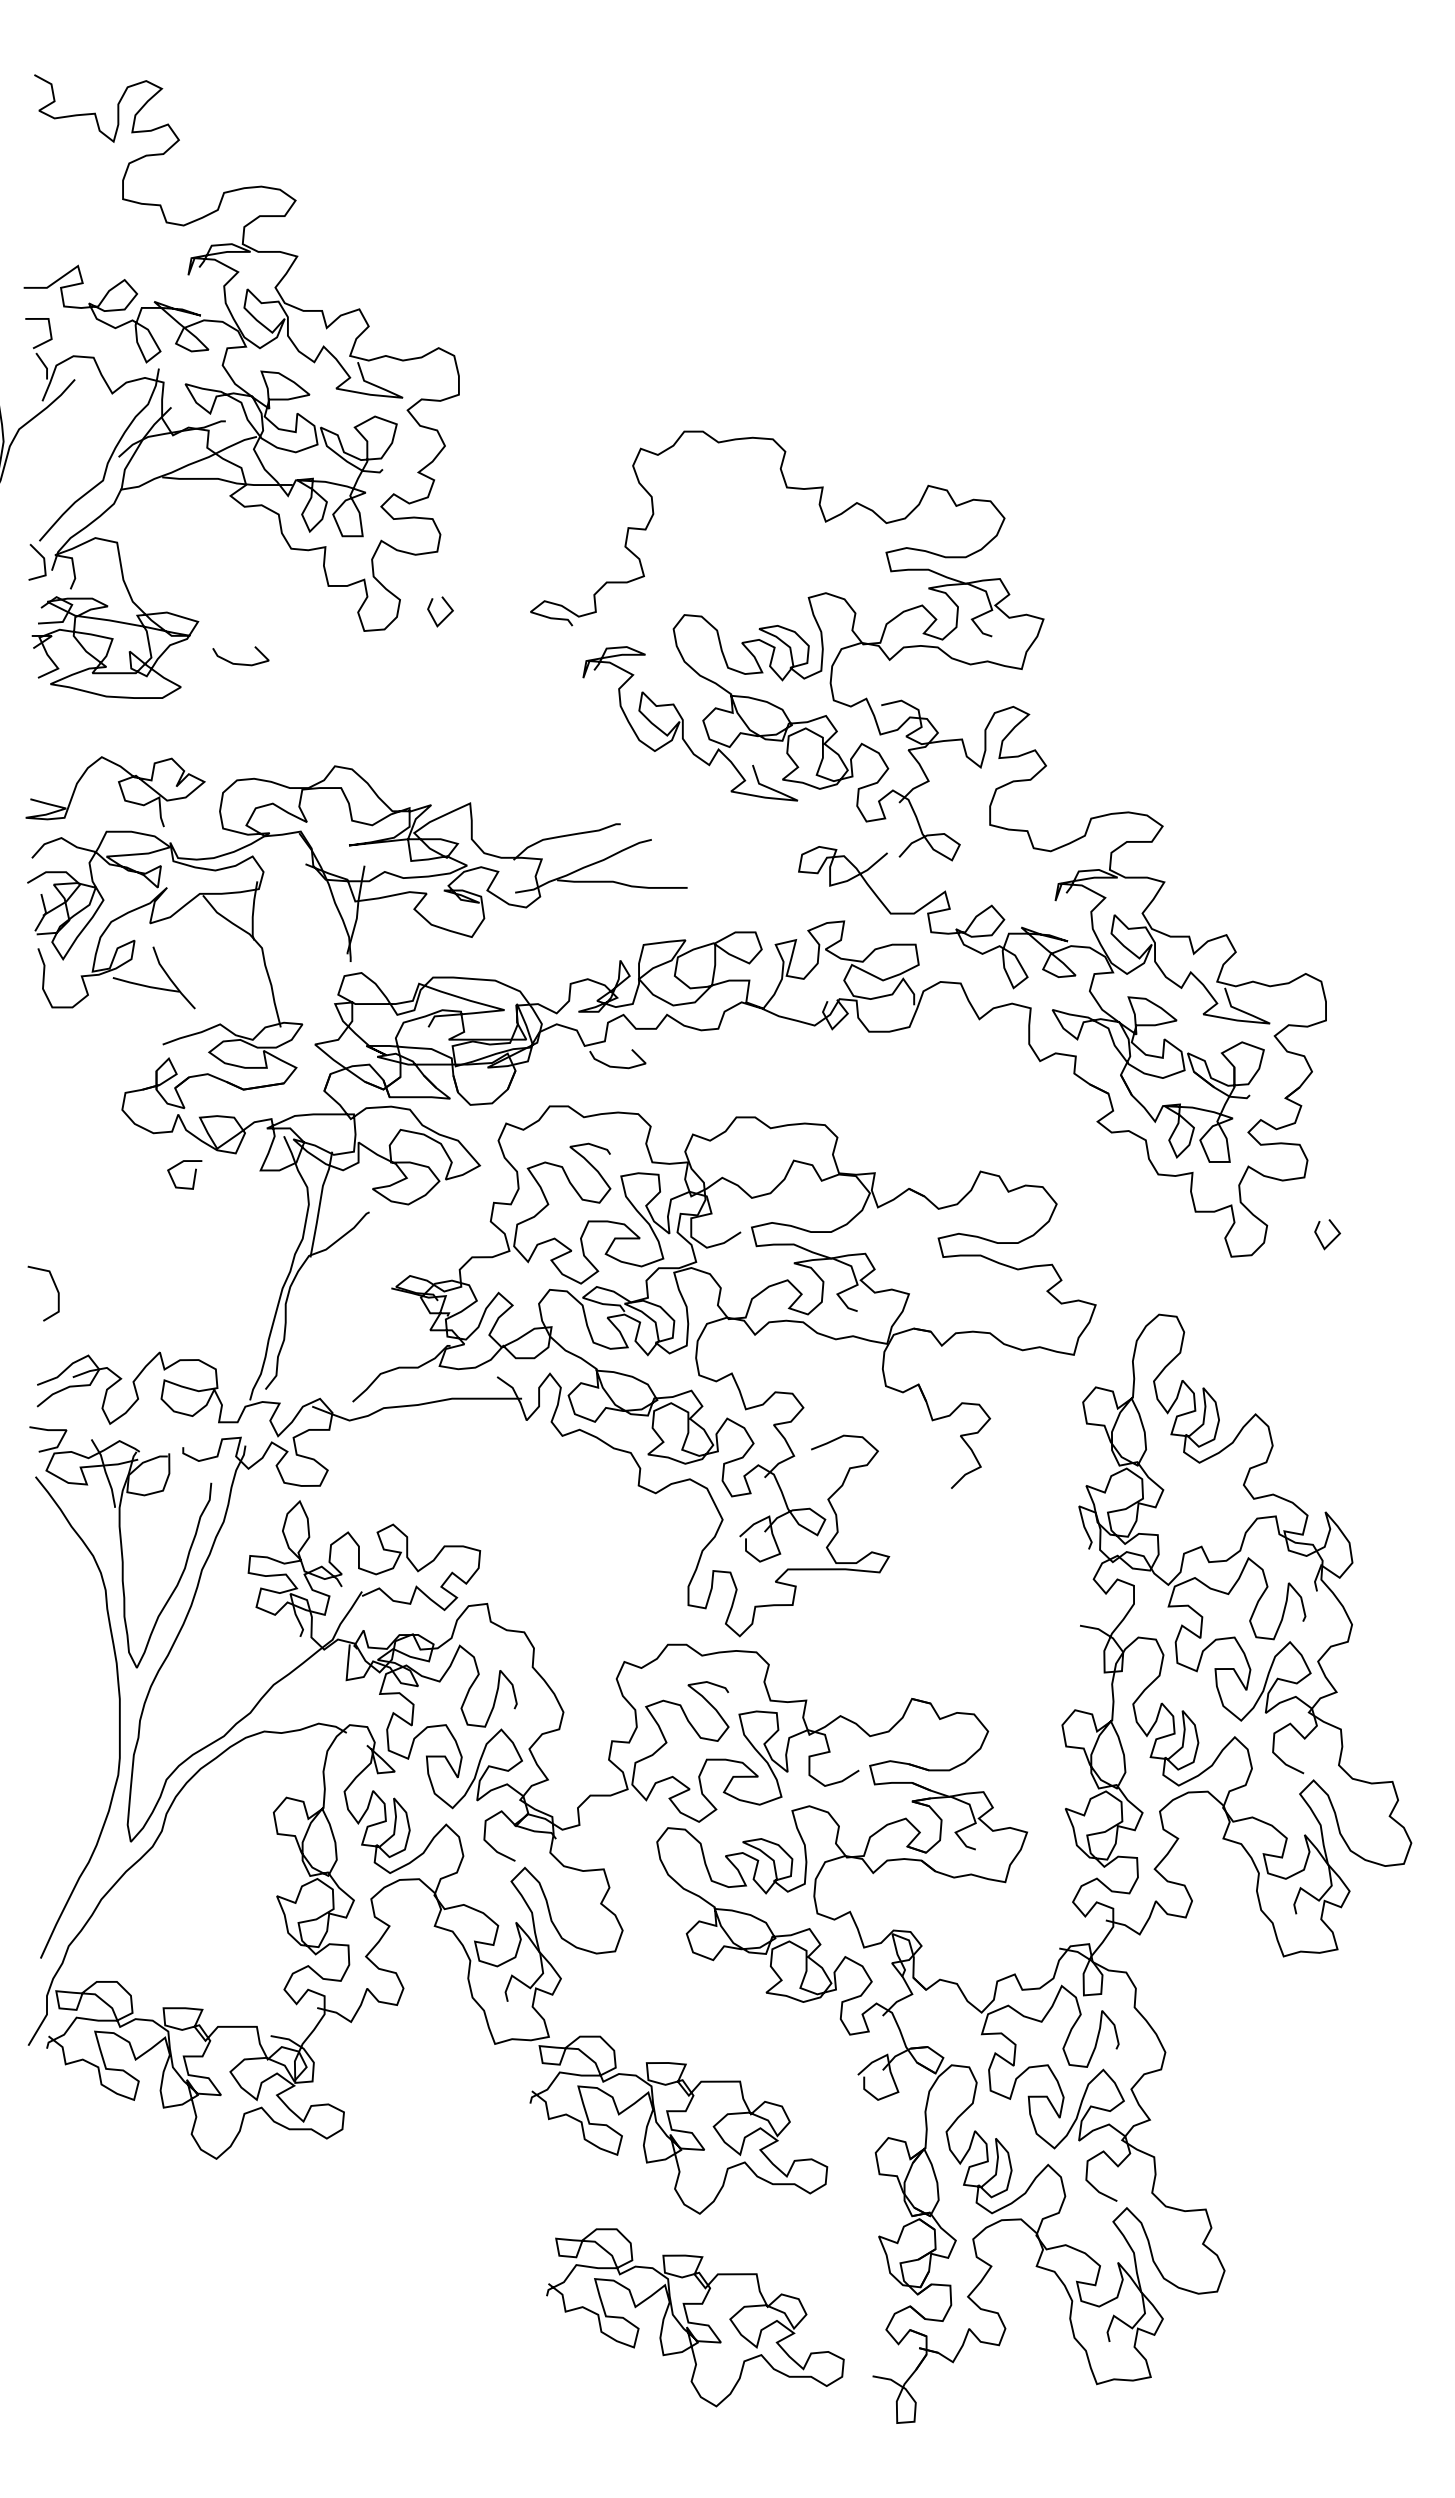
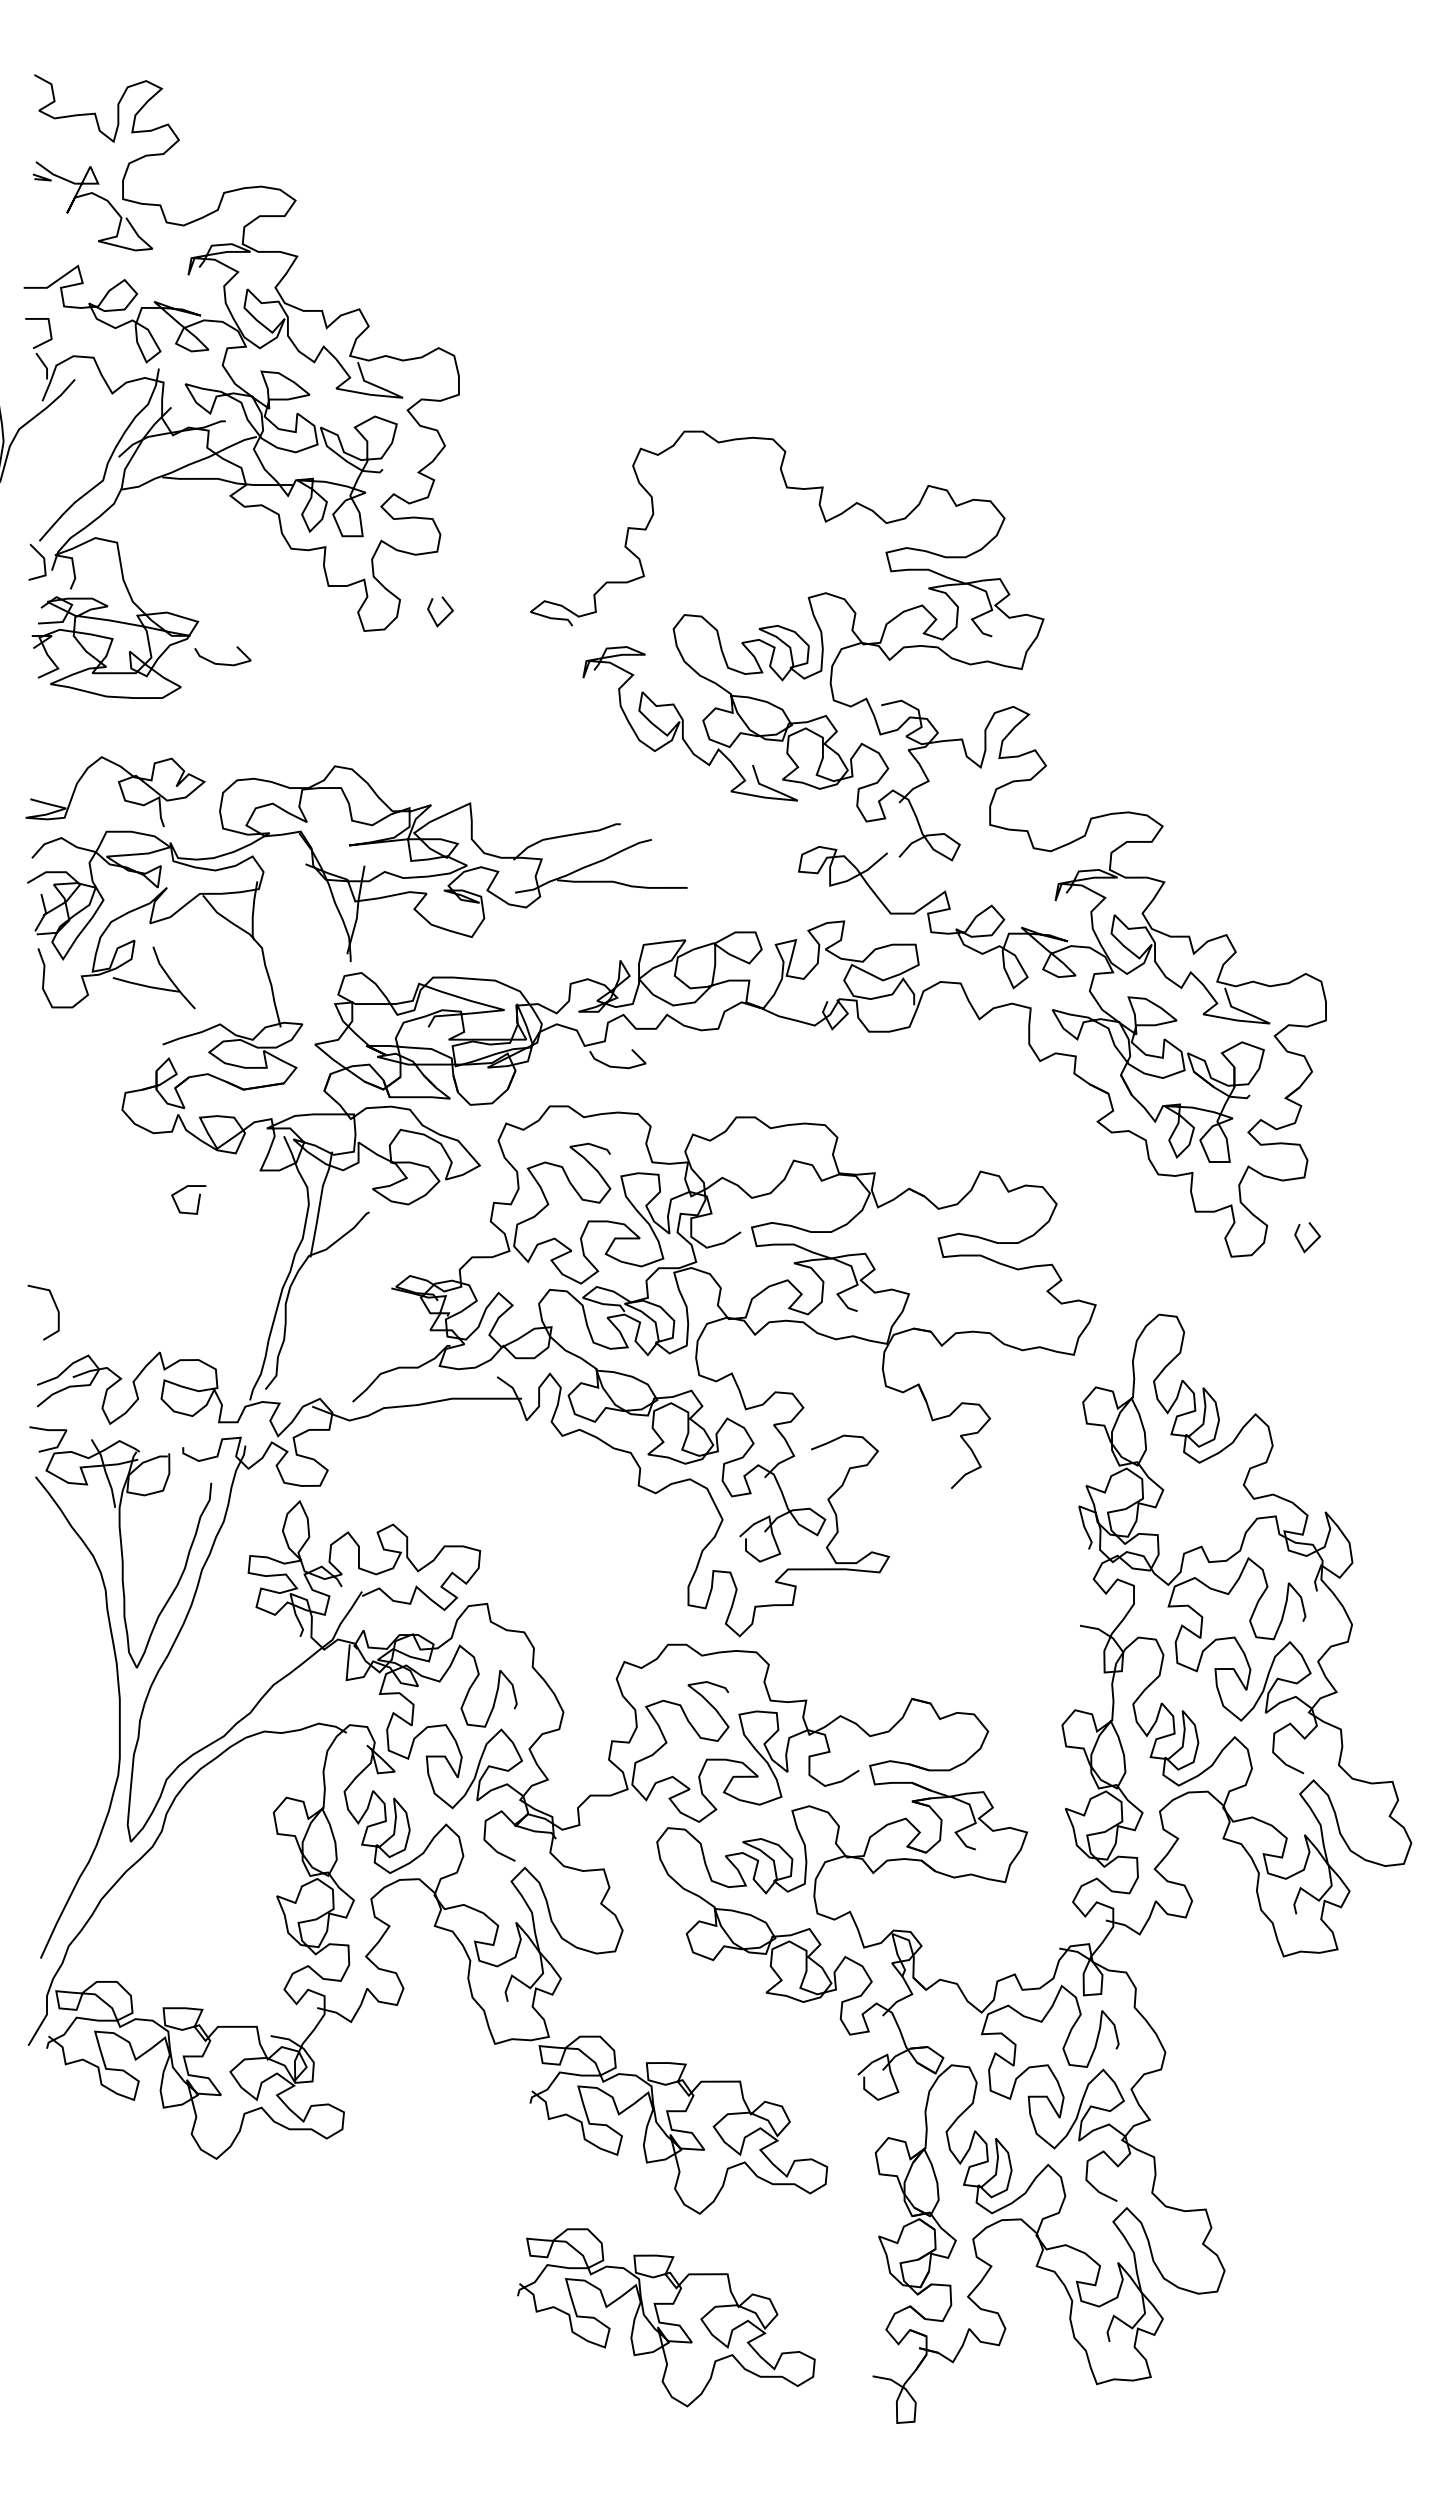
part at (96, 196): none -> present
curve at (240, 663) position: (240, 663) -> (222, 663)
curve at (193, 1177) position: (193, 1177) -> (197, 1202)
line at (1332, 1239) position: (1332, 1239) -> (1312, 1242)
line at (55, 1288) position: (55, 1288) -> (55, 1307)
curve at (695, 2322) position: (695, 2322) -> (666, 2322)
